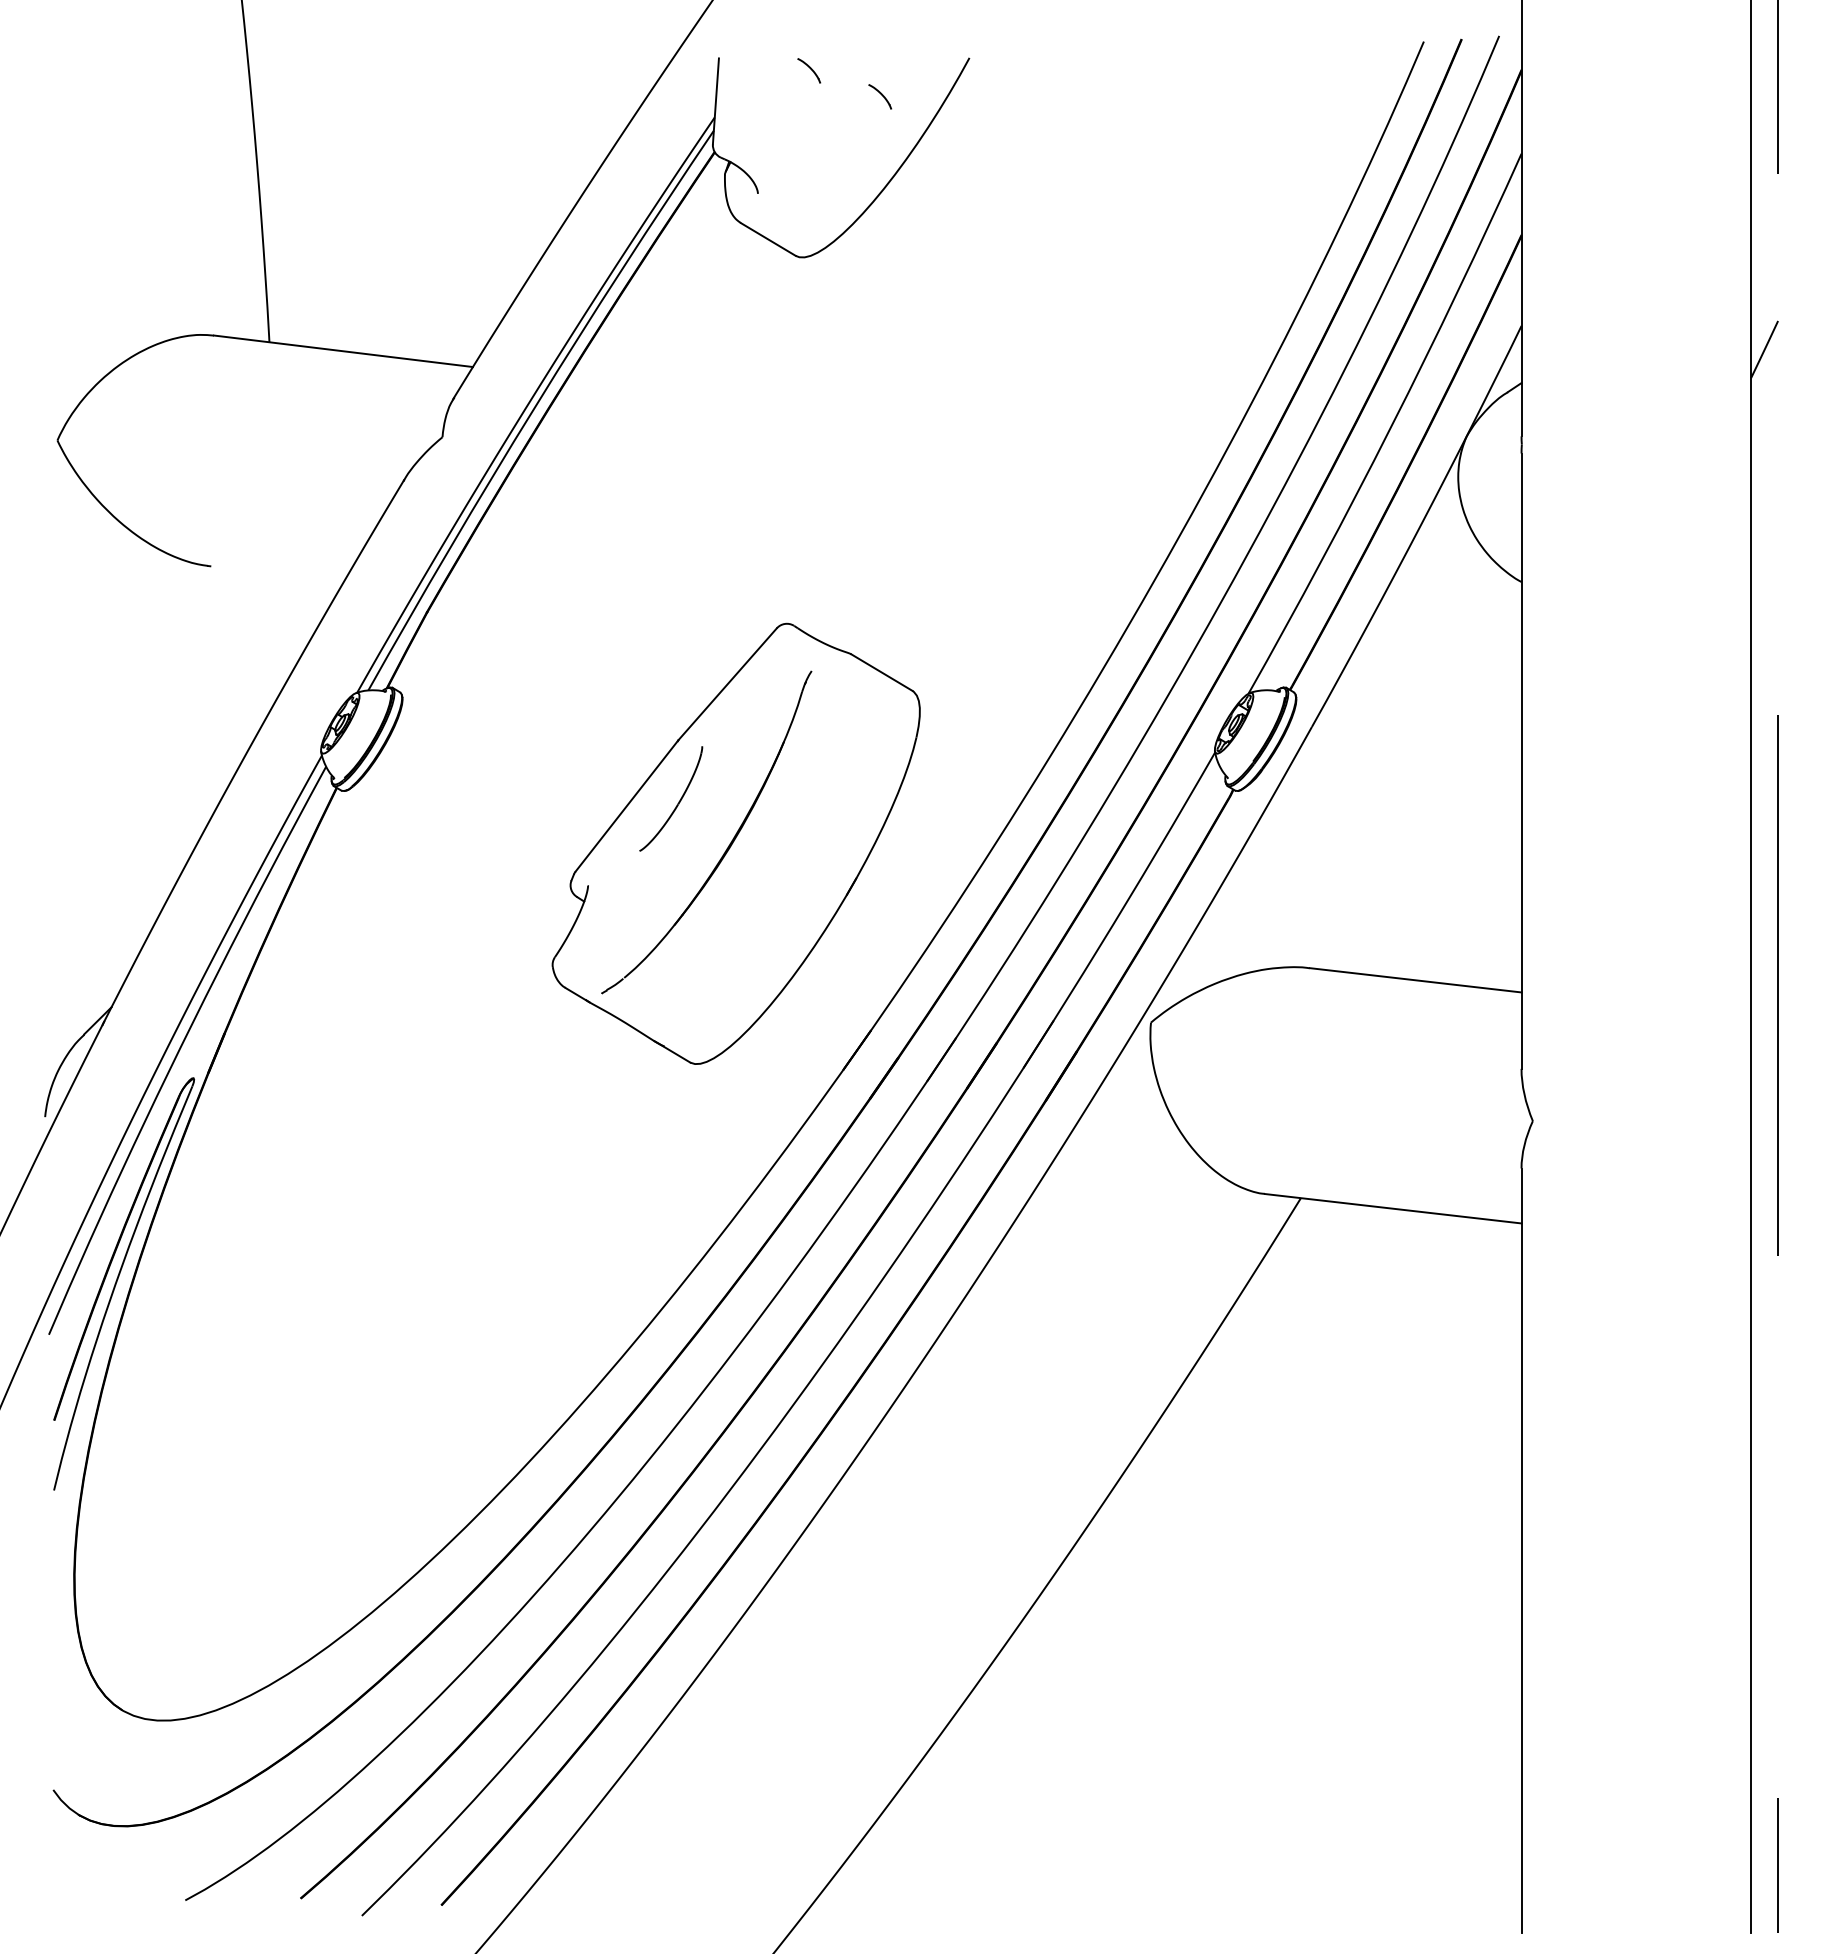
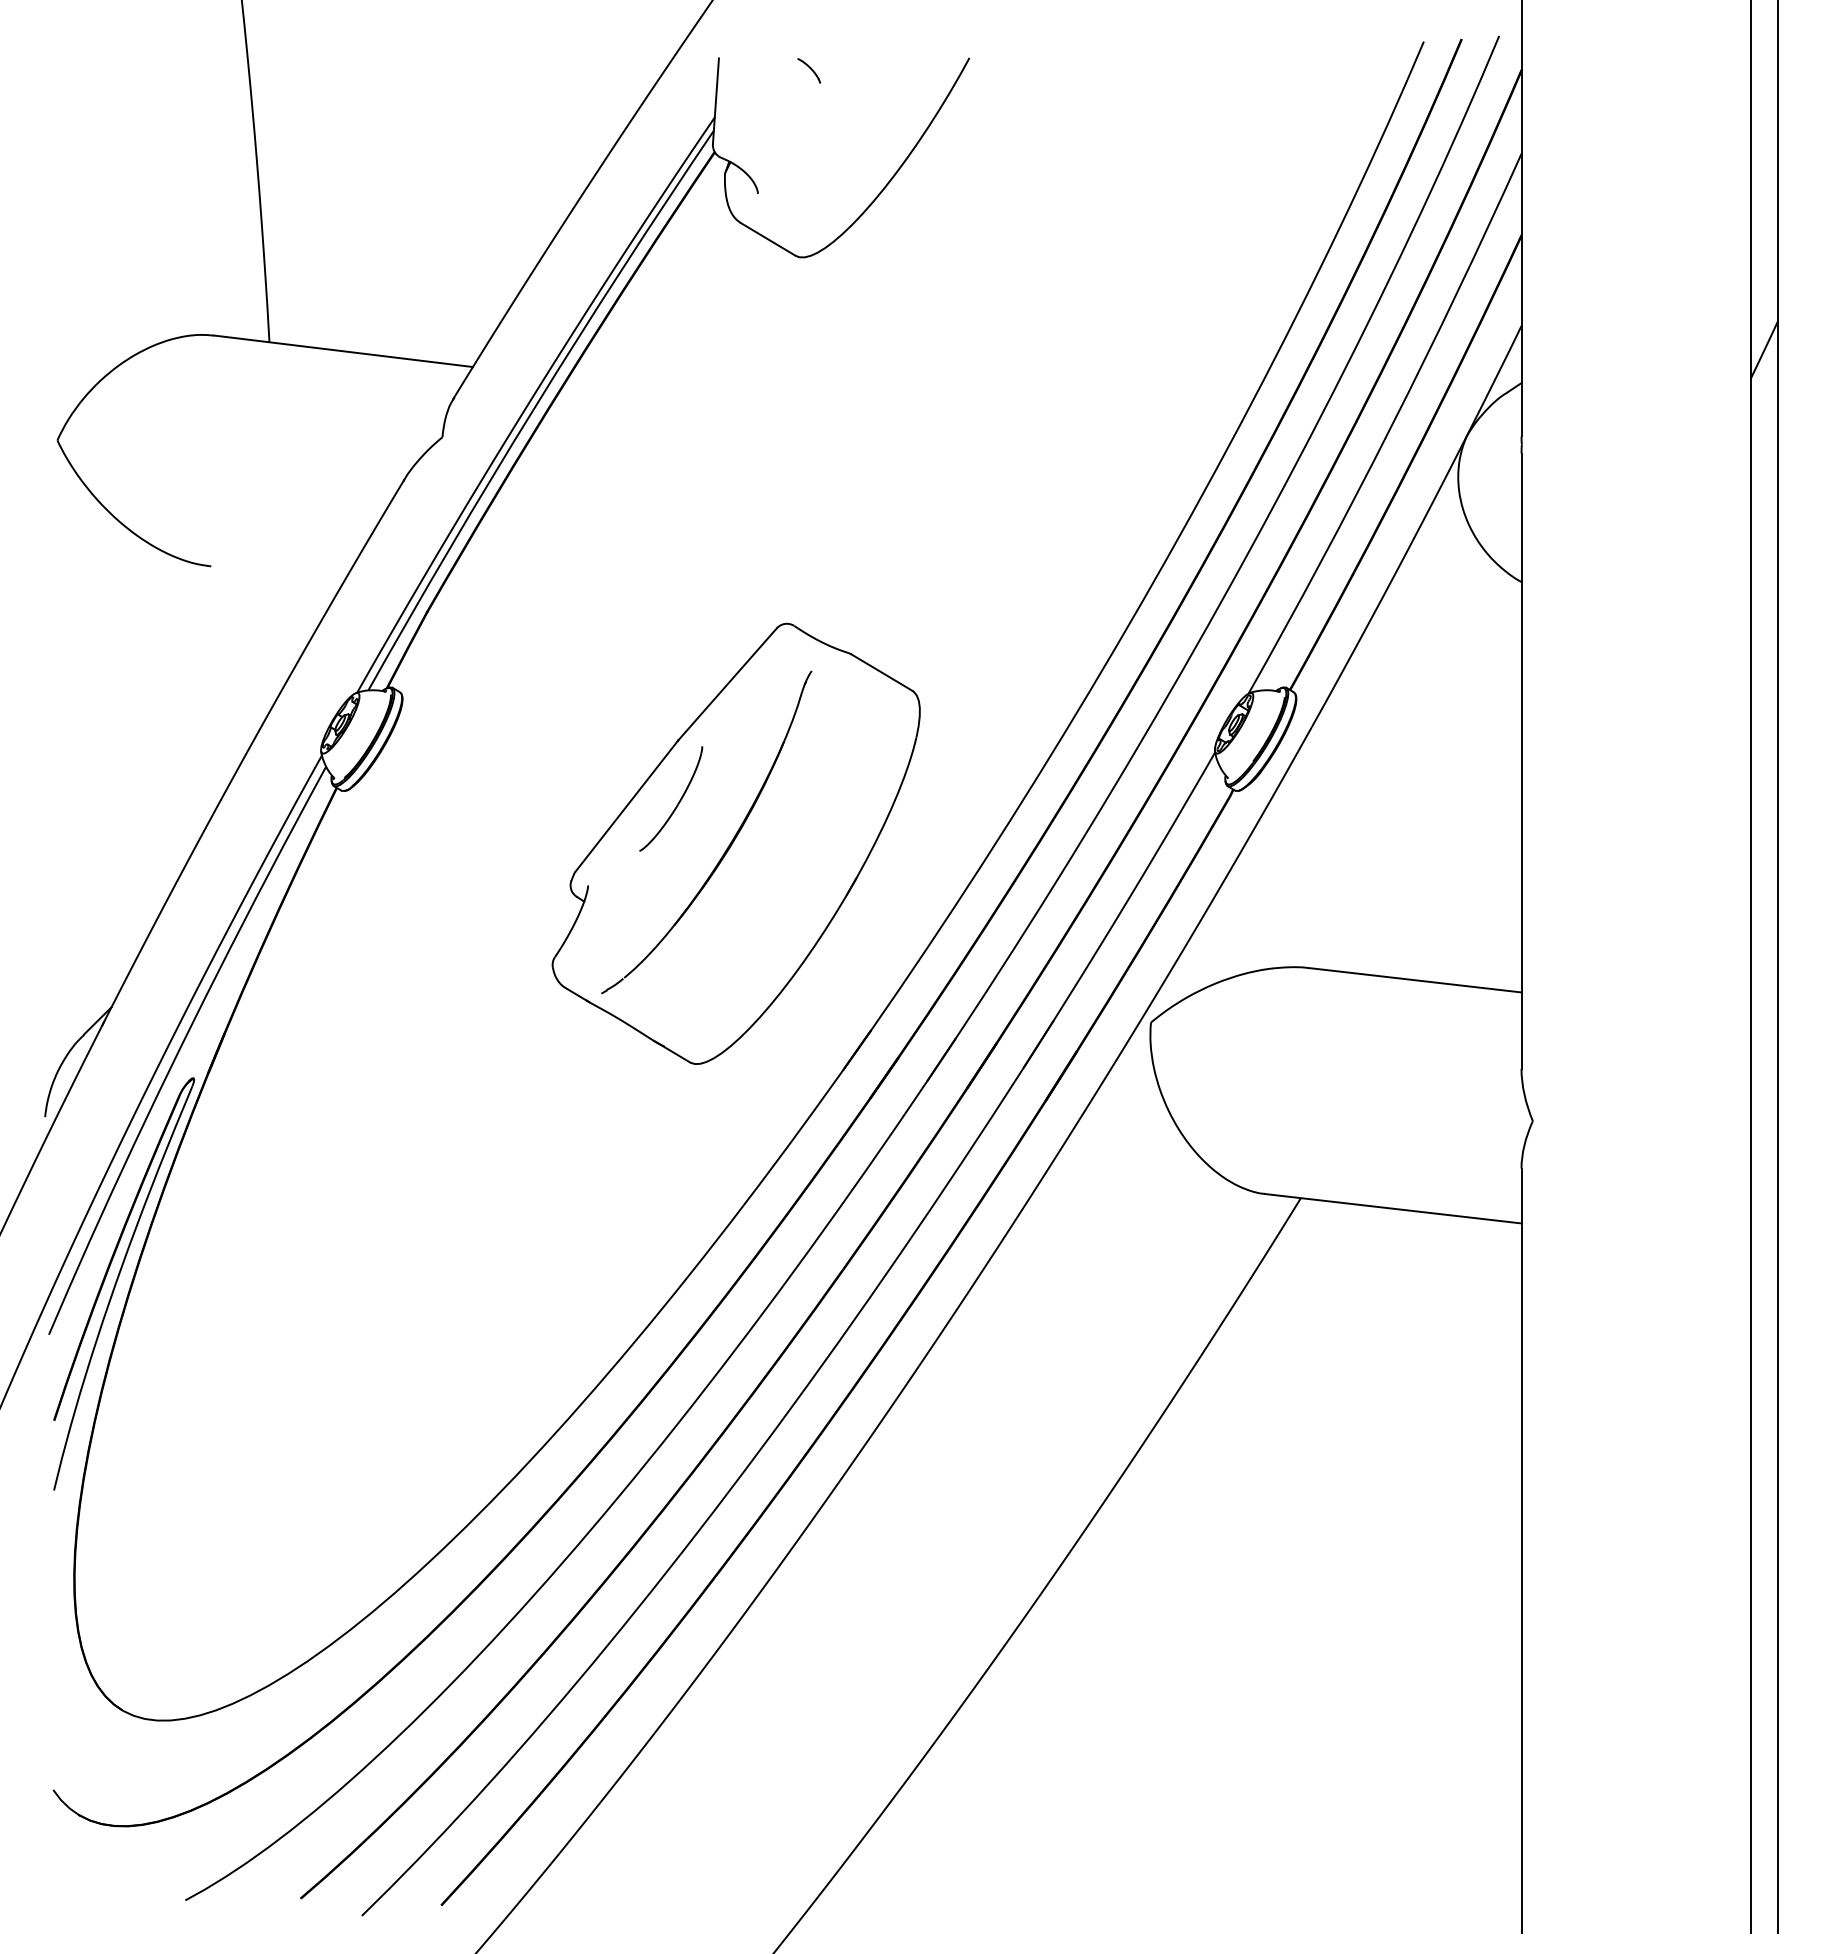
part at (880, 96): present -> none
line at (1778, 967): dashed -> solid
